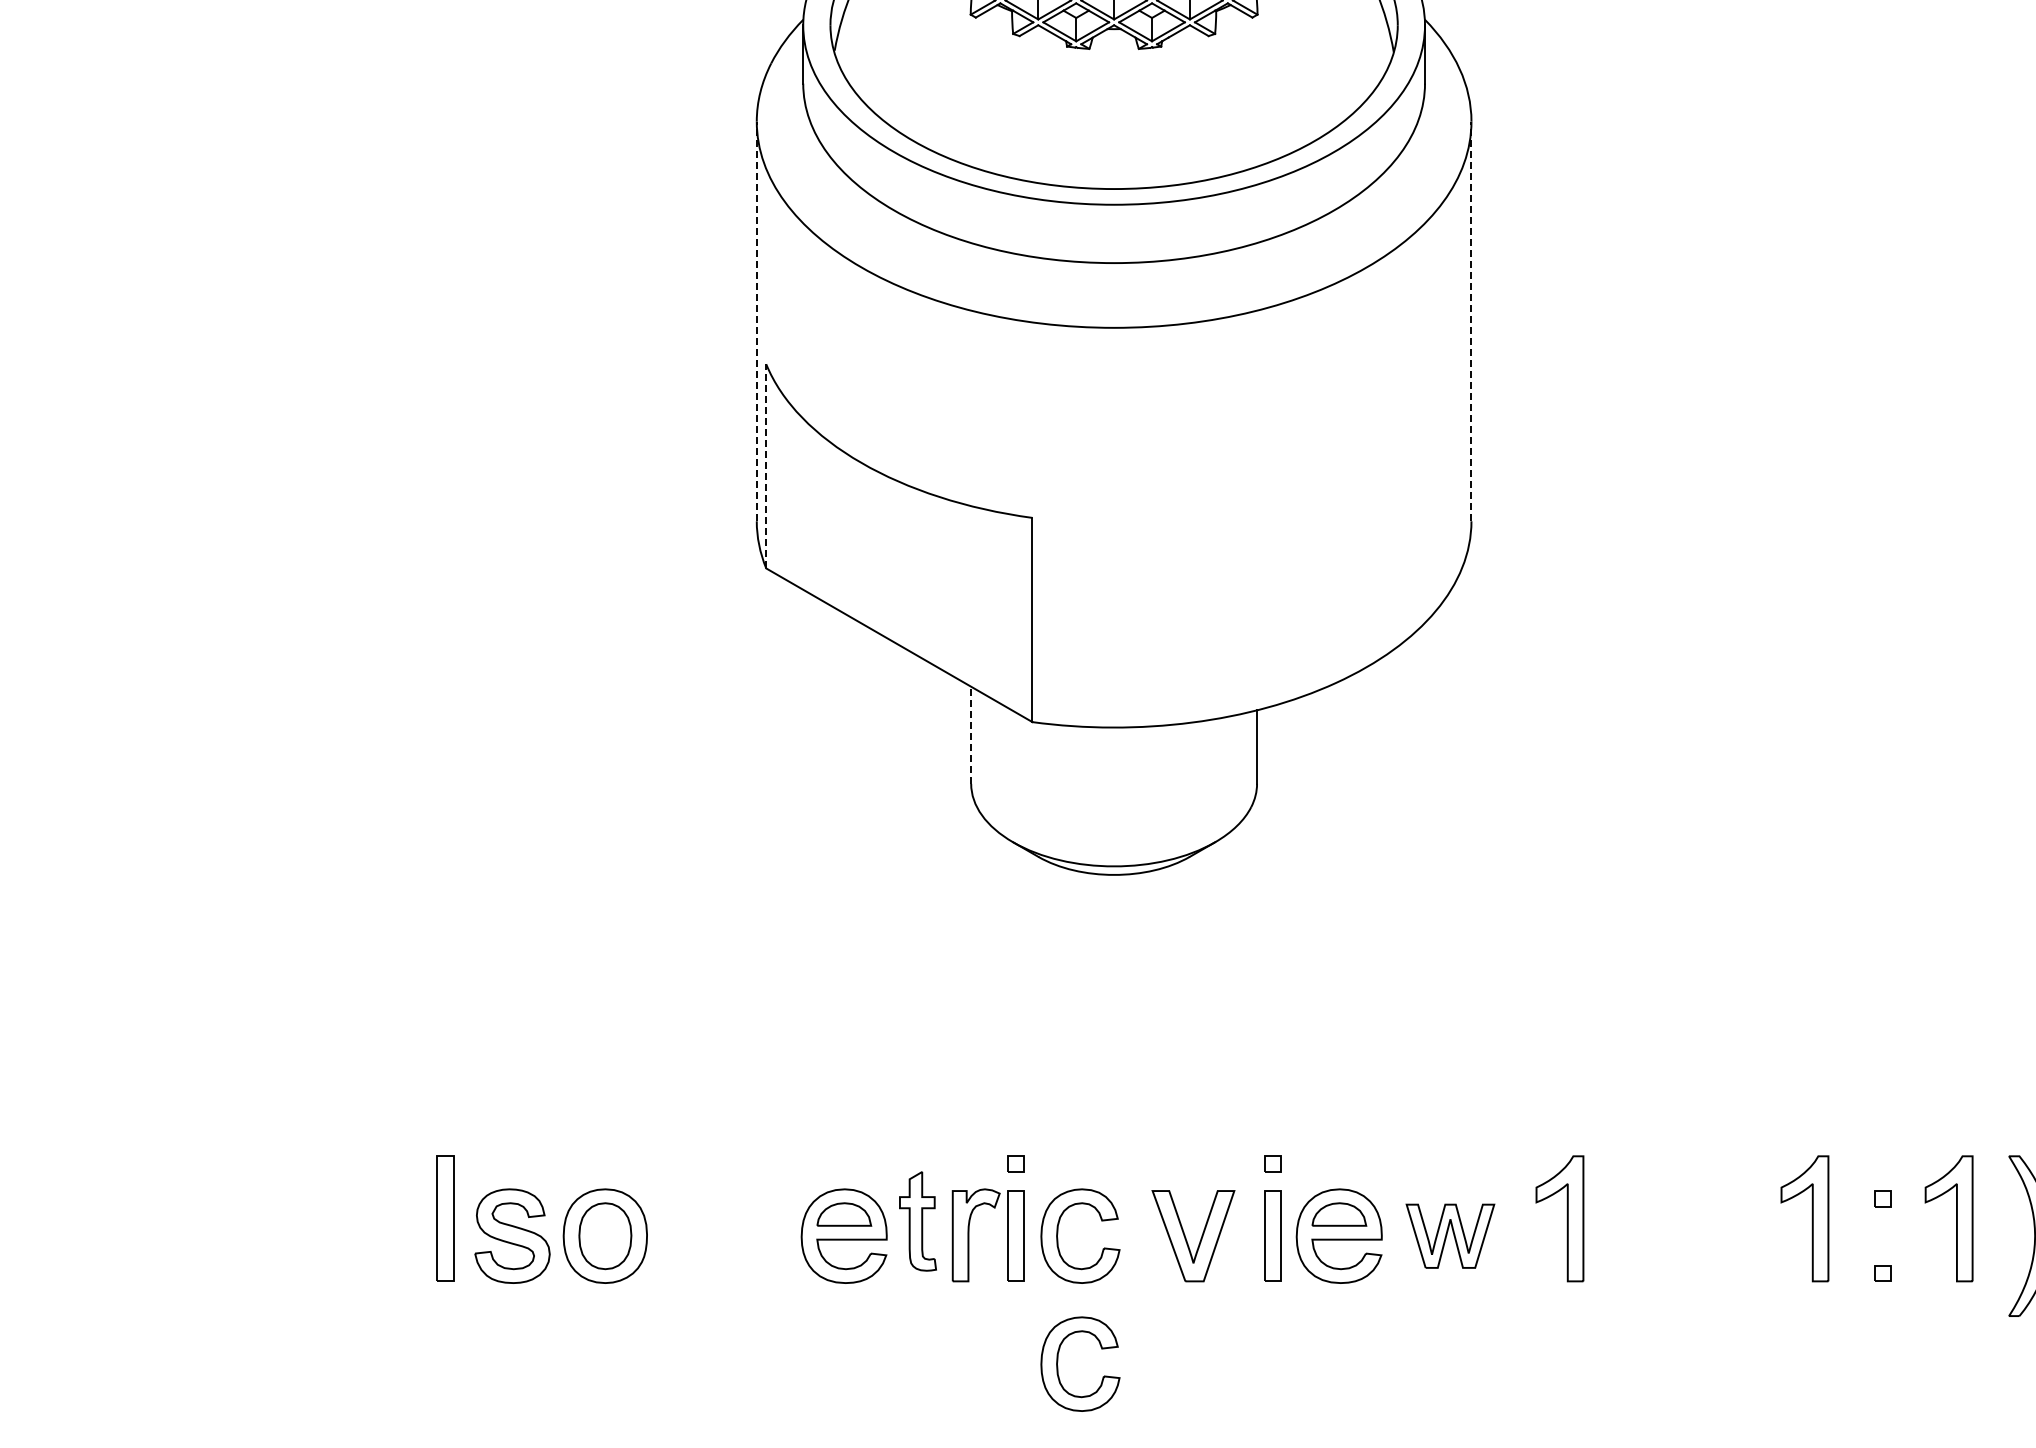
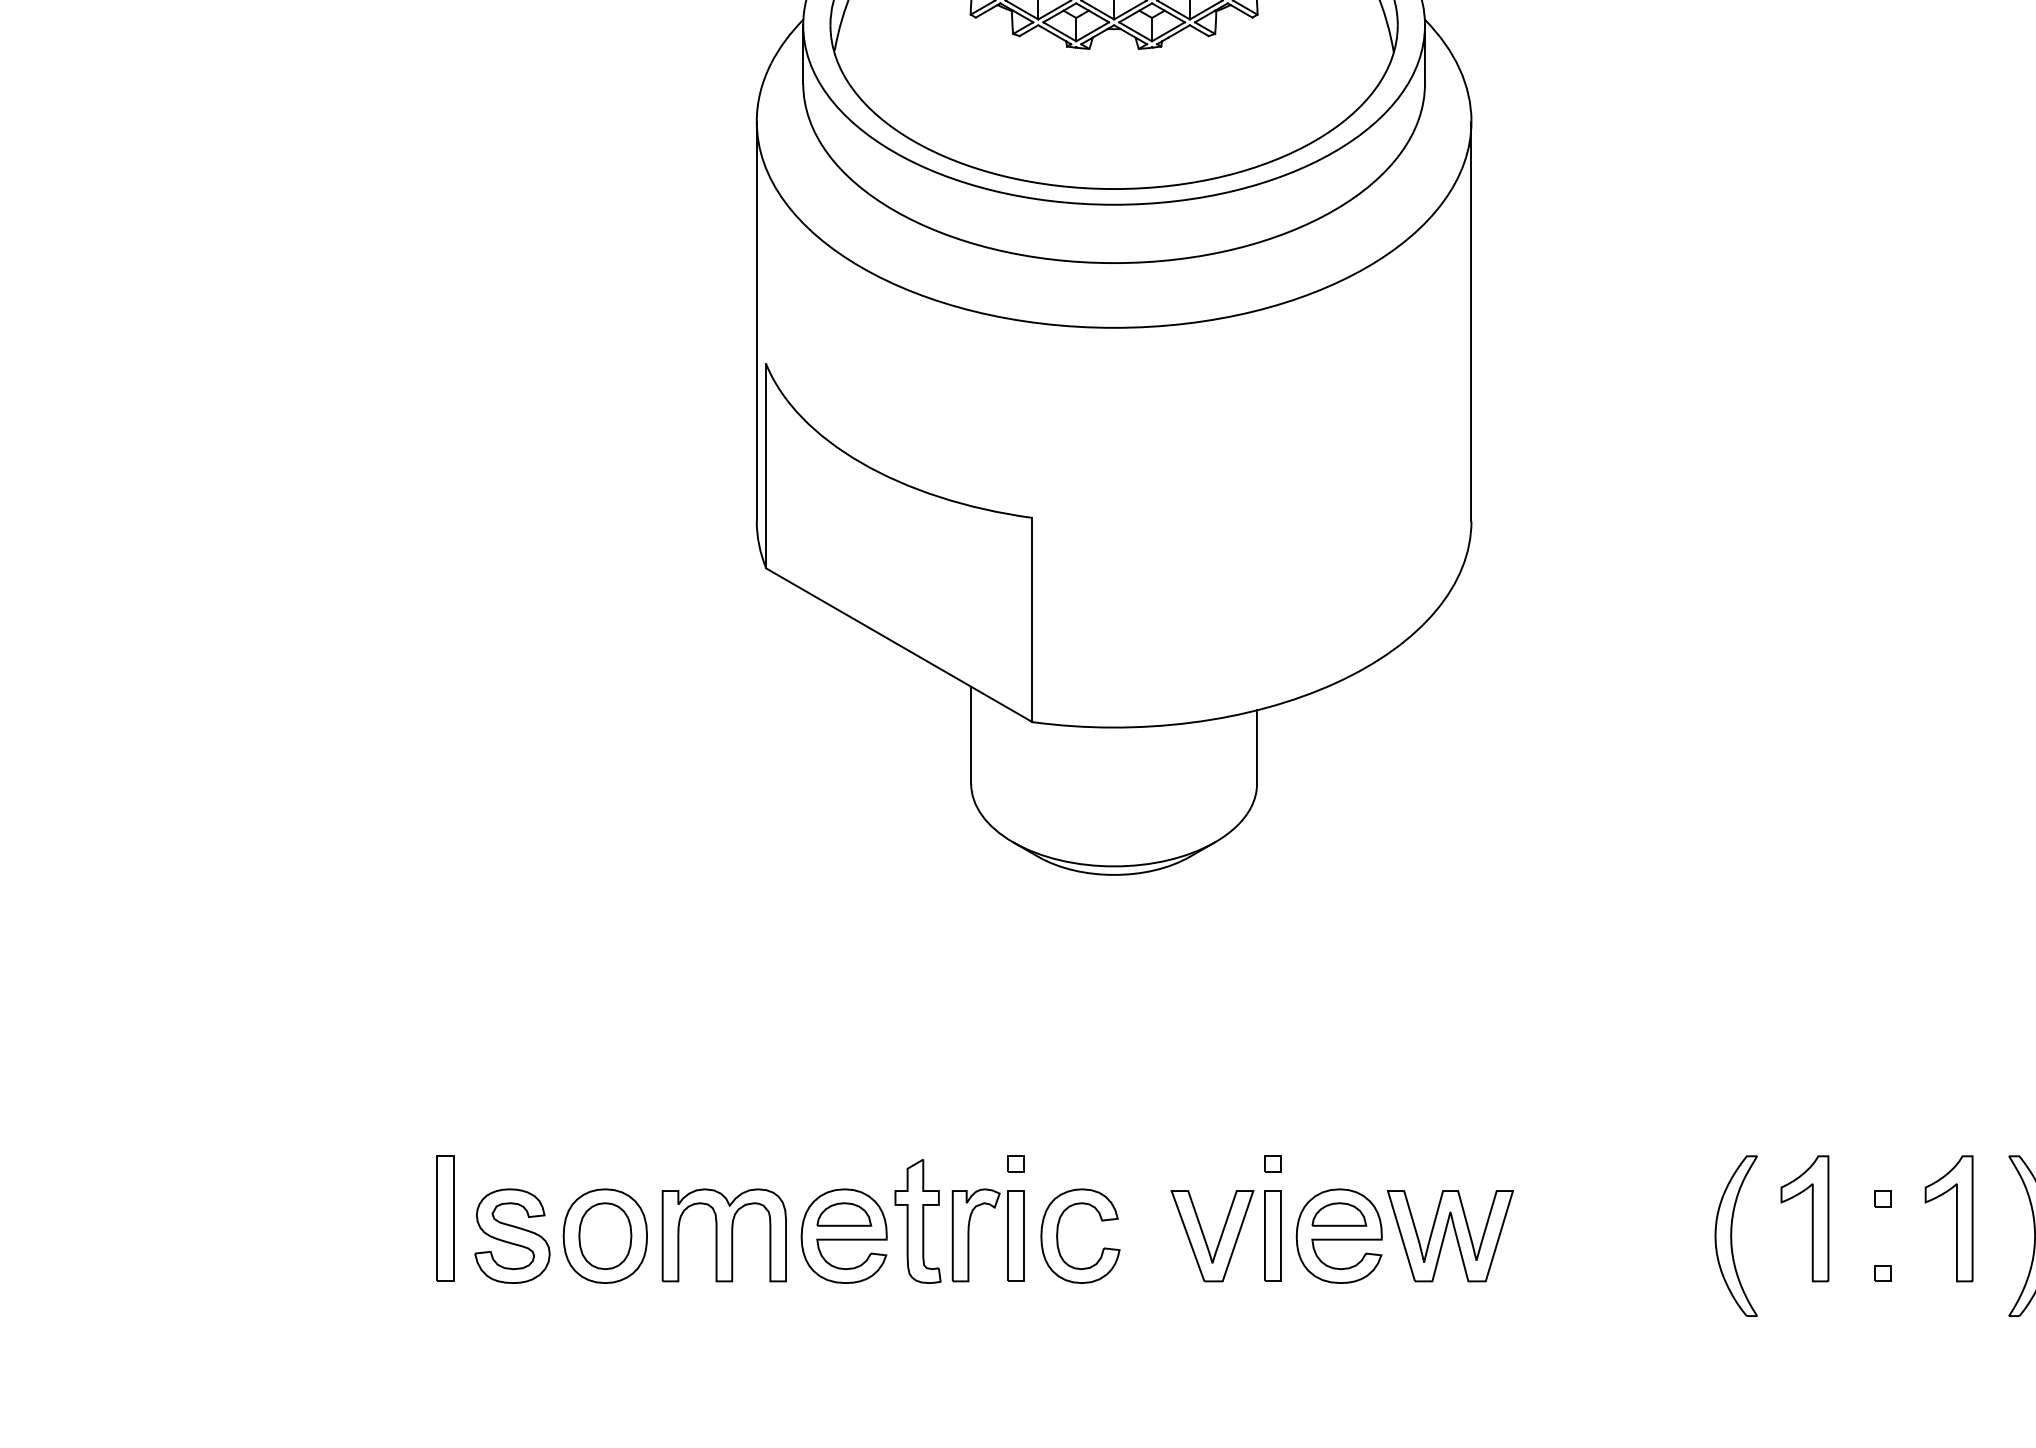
line at (756, 321): dashed -> solid
line at (1471, 321): dashed -> solid
line at (766, 465): dashed -> solid
line at (971, 735): dashed -> solid
part at (1566, 1218): present -> none
part at (917, 1221) size: 38x101 px -> 48x125 px
part at (723, 1235): none -> present
part at (1450, 1235) size: 91x66 px -> 129x93 px
part at (1735, 1235): none -> present
part at (1186, 1237) position: (1186, 1237) -> (1205, 1237)
part at (1058, 1361): present -> none
